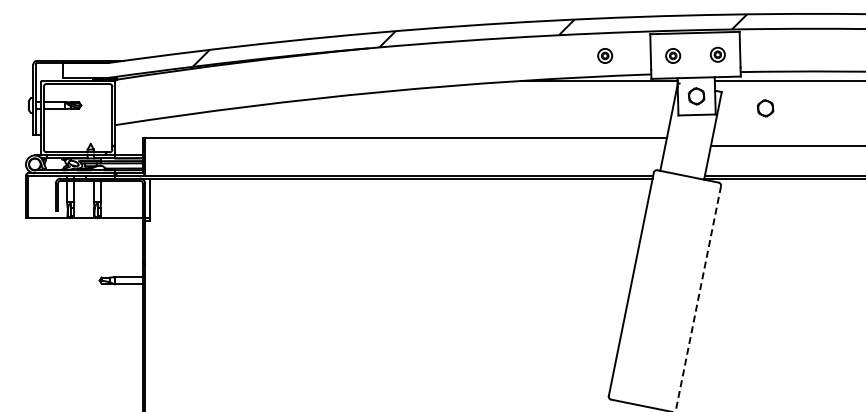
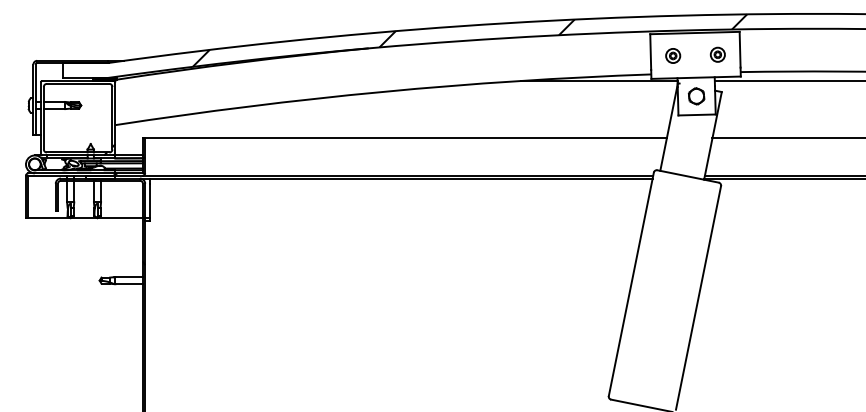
part at (605, 55): present -> none
part at (765, 108): present -> none
line at (787, 146) position: (787, 146) -> (787, 138)
line at (698, 298): dashed -> solid
